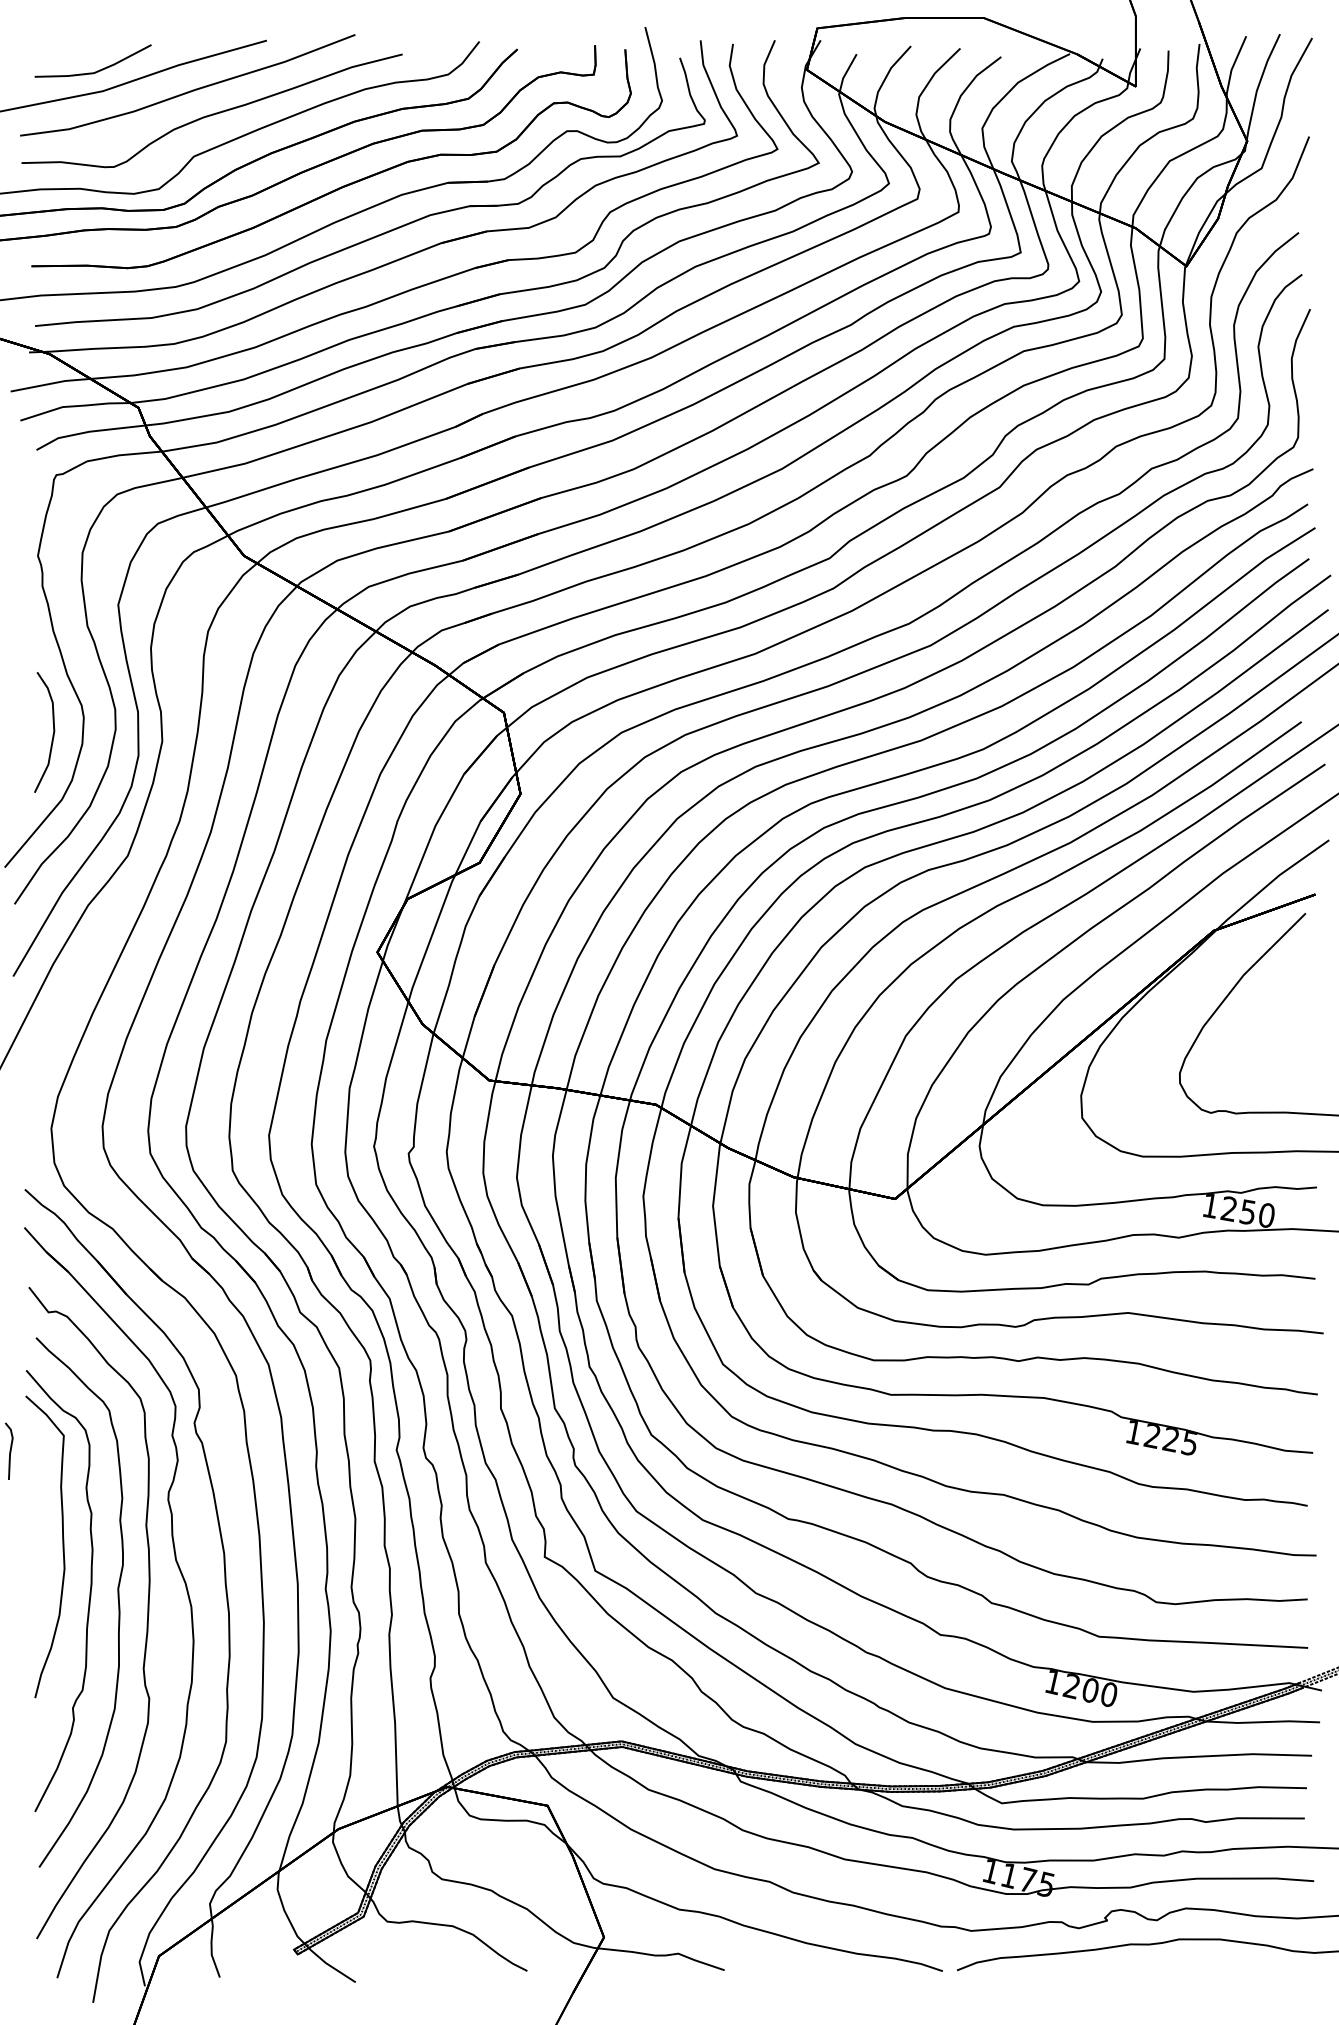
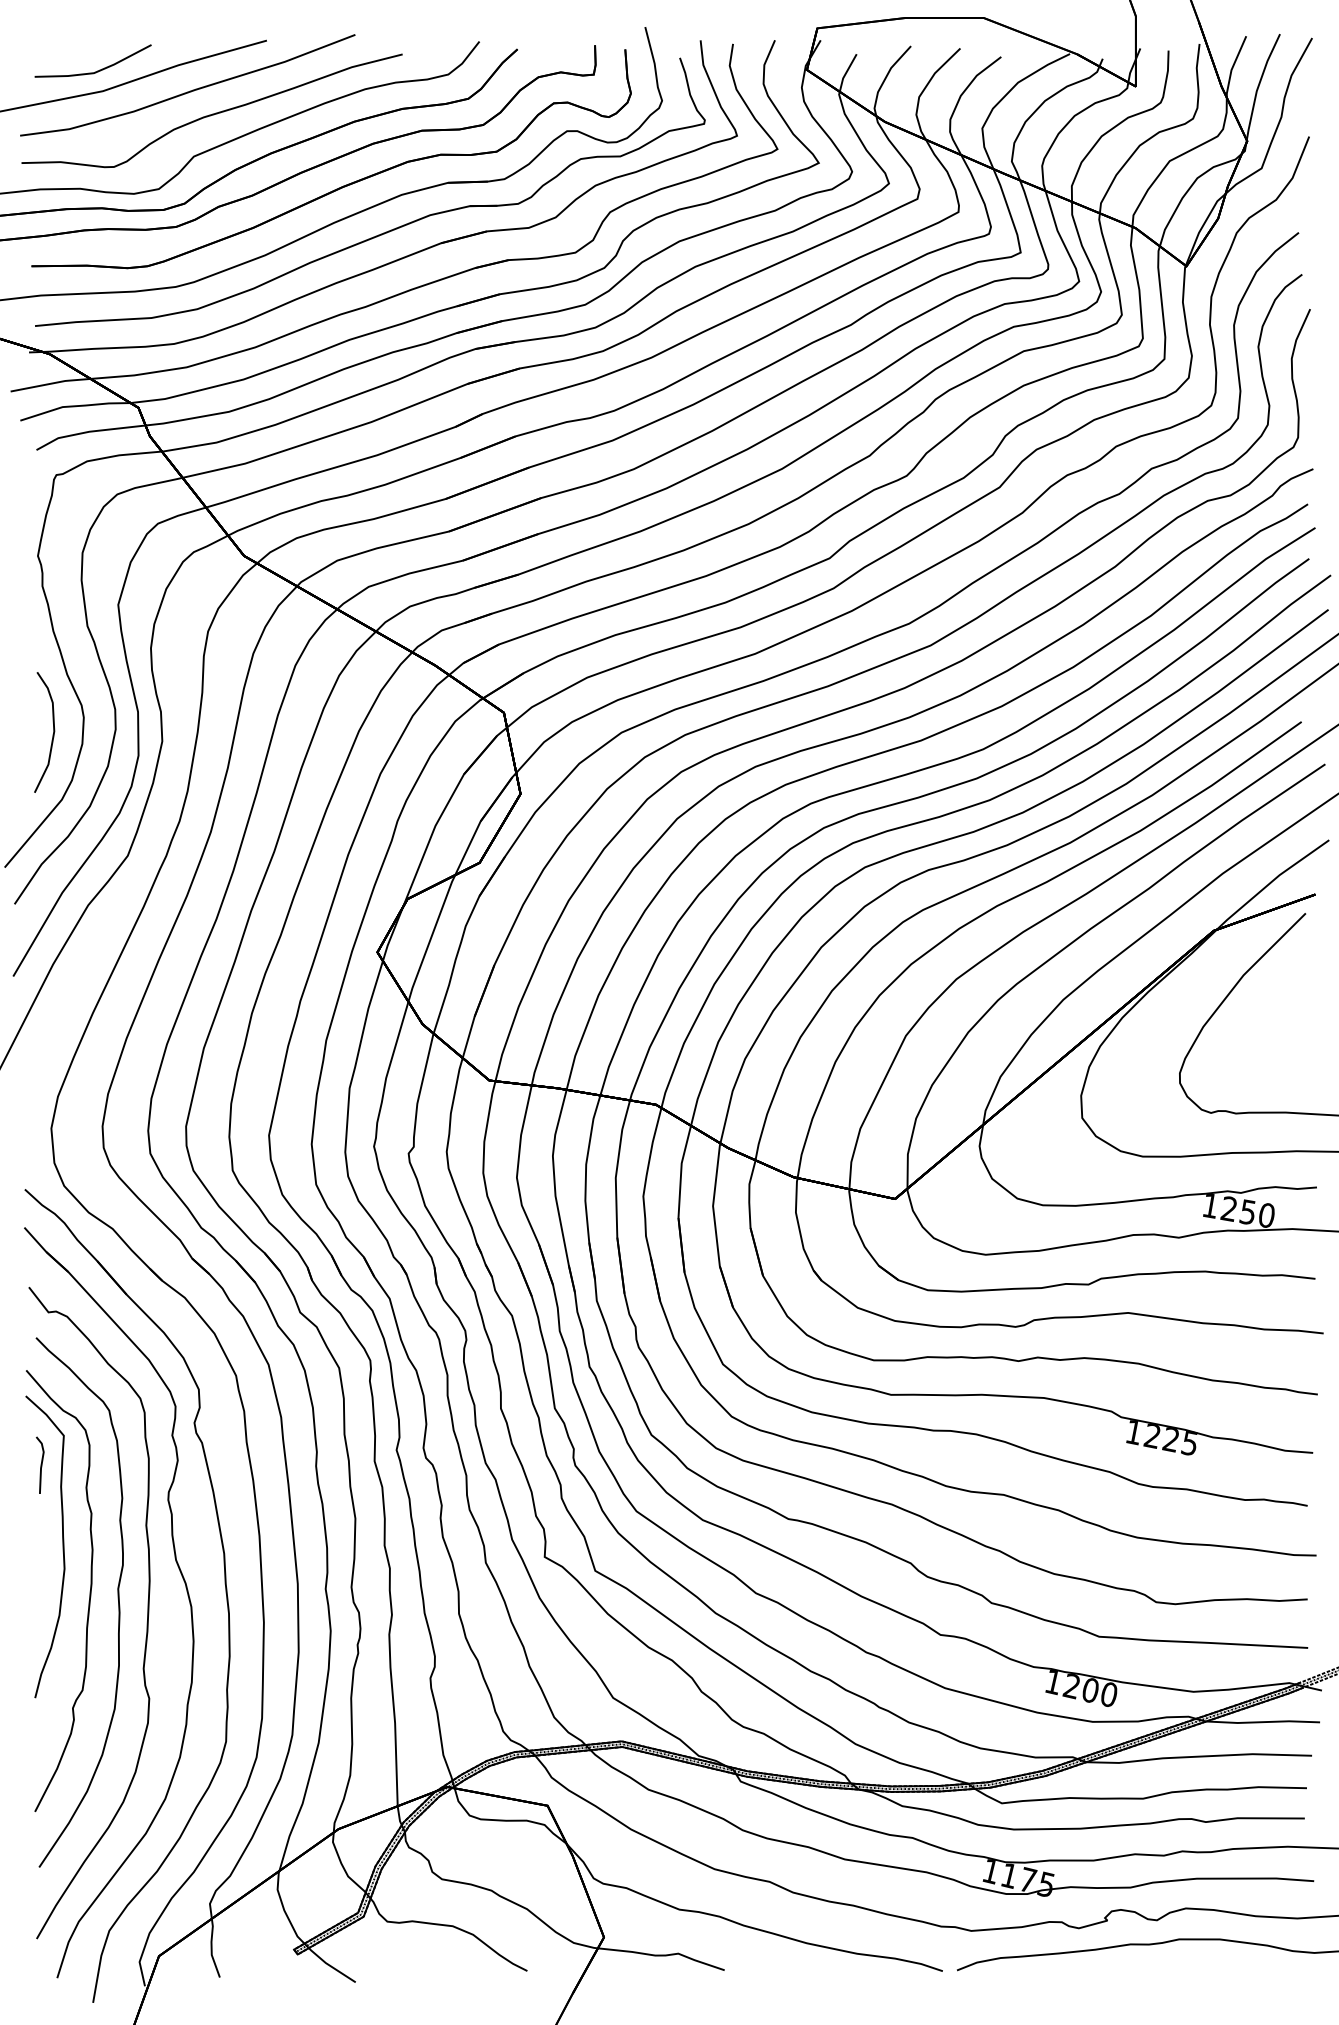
part at (9, 1450) position: (9, 1450) -> (40, 1464)
